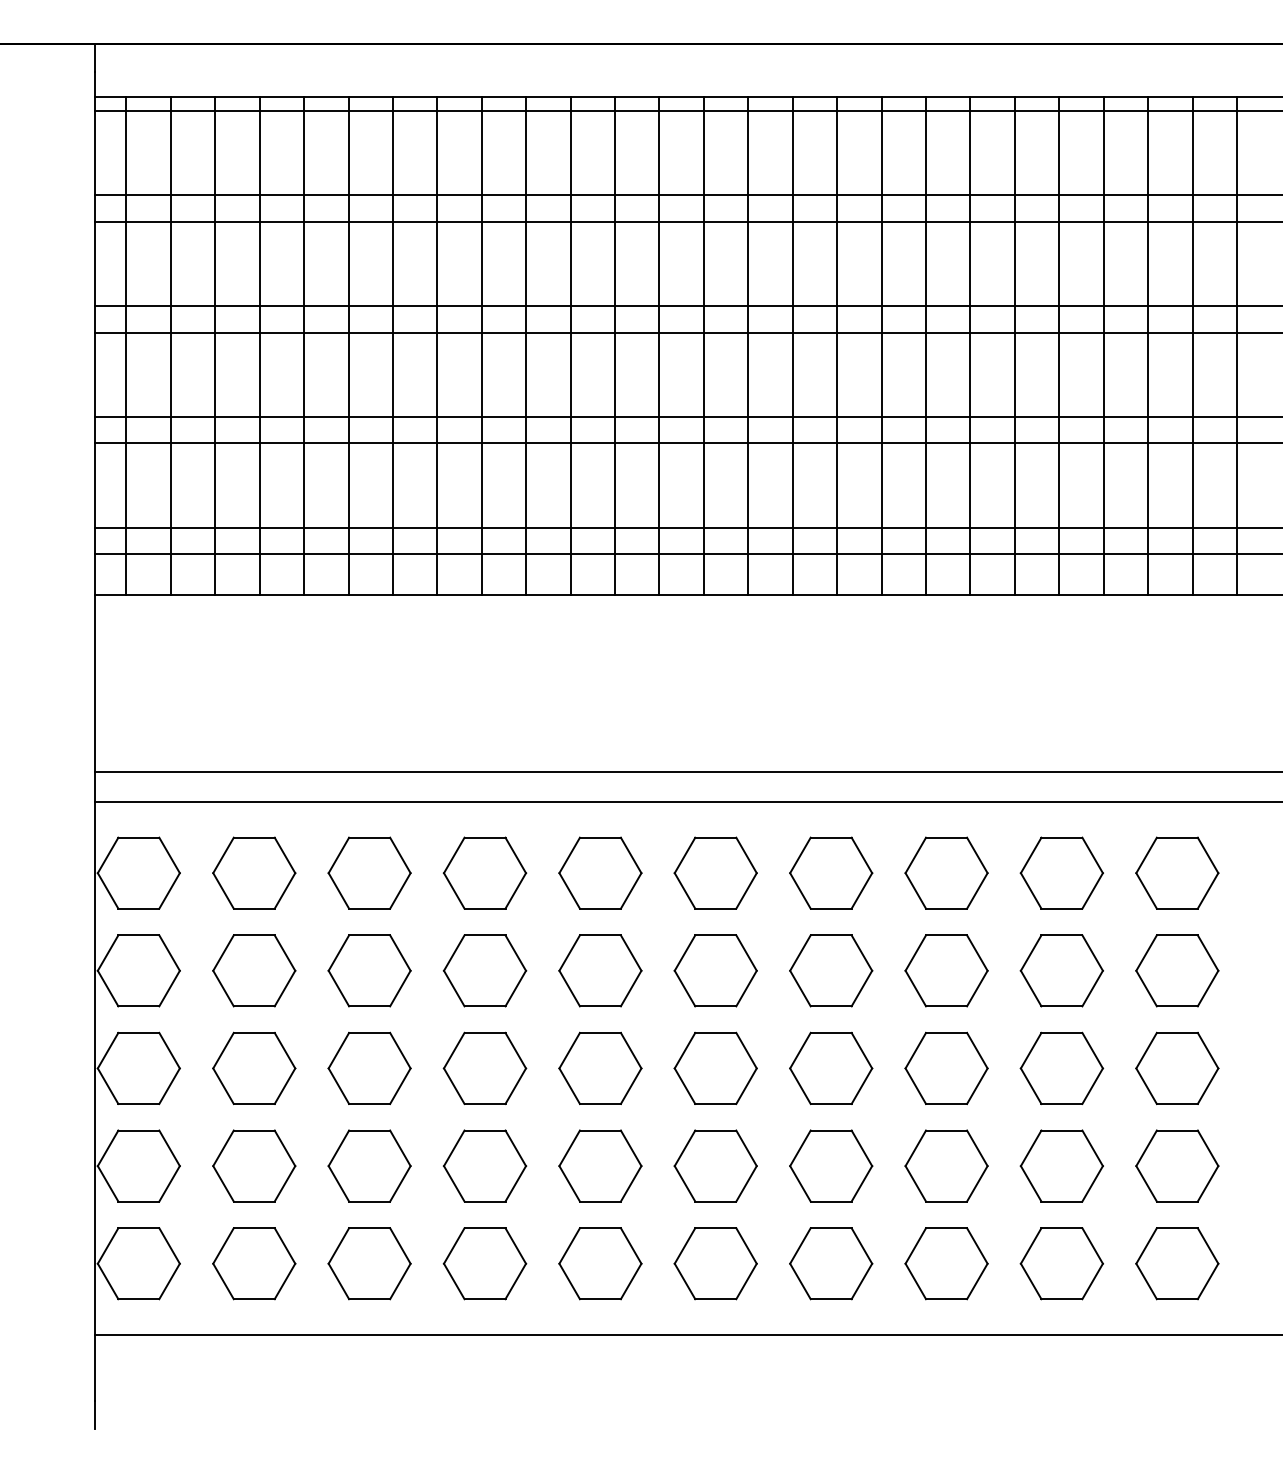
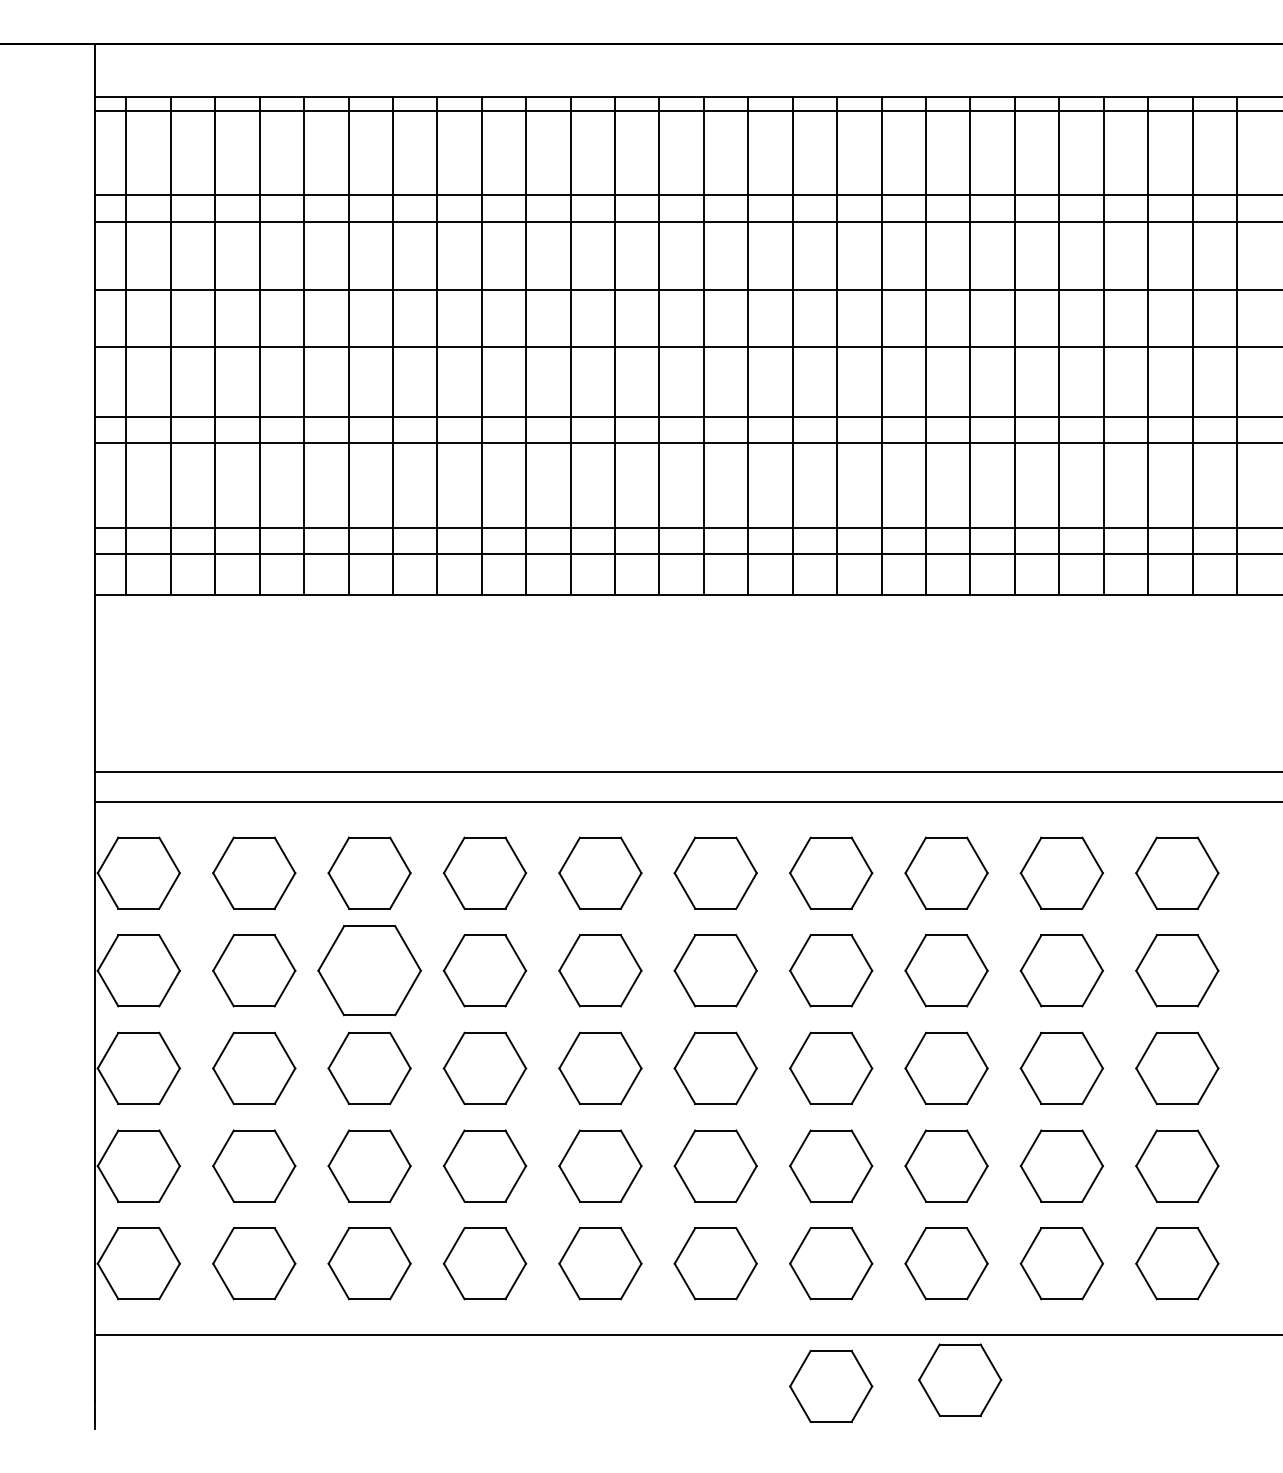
line at (687, 306) position: (687, 306) -> (687, 290)
line at (687, 332) position: (687, 332) -> (687, 346)
part at (369, 970) size: 85x74 px -> 105x92 px
part at (960, 1379): none -> present
part at (831, 1385): none -> present
